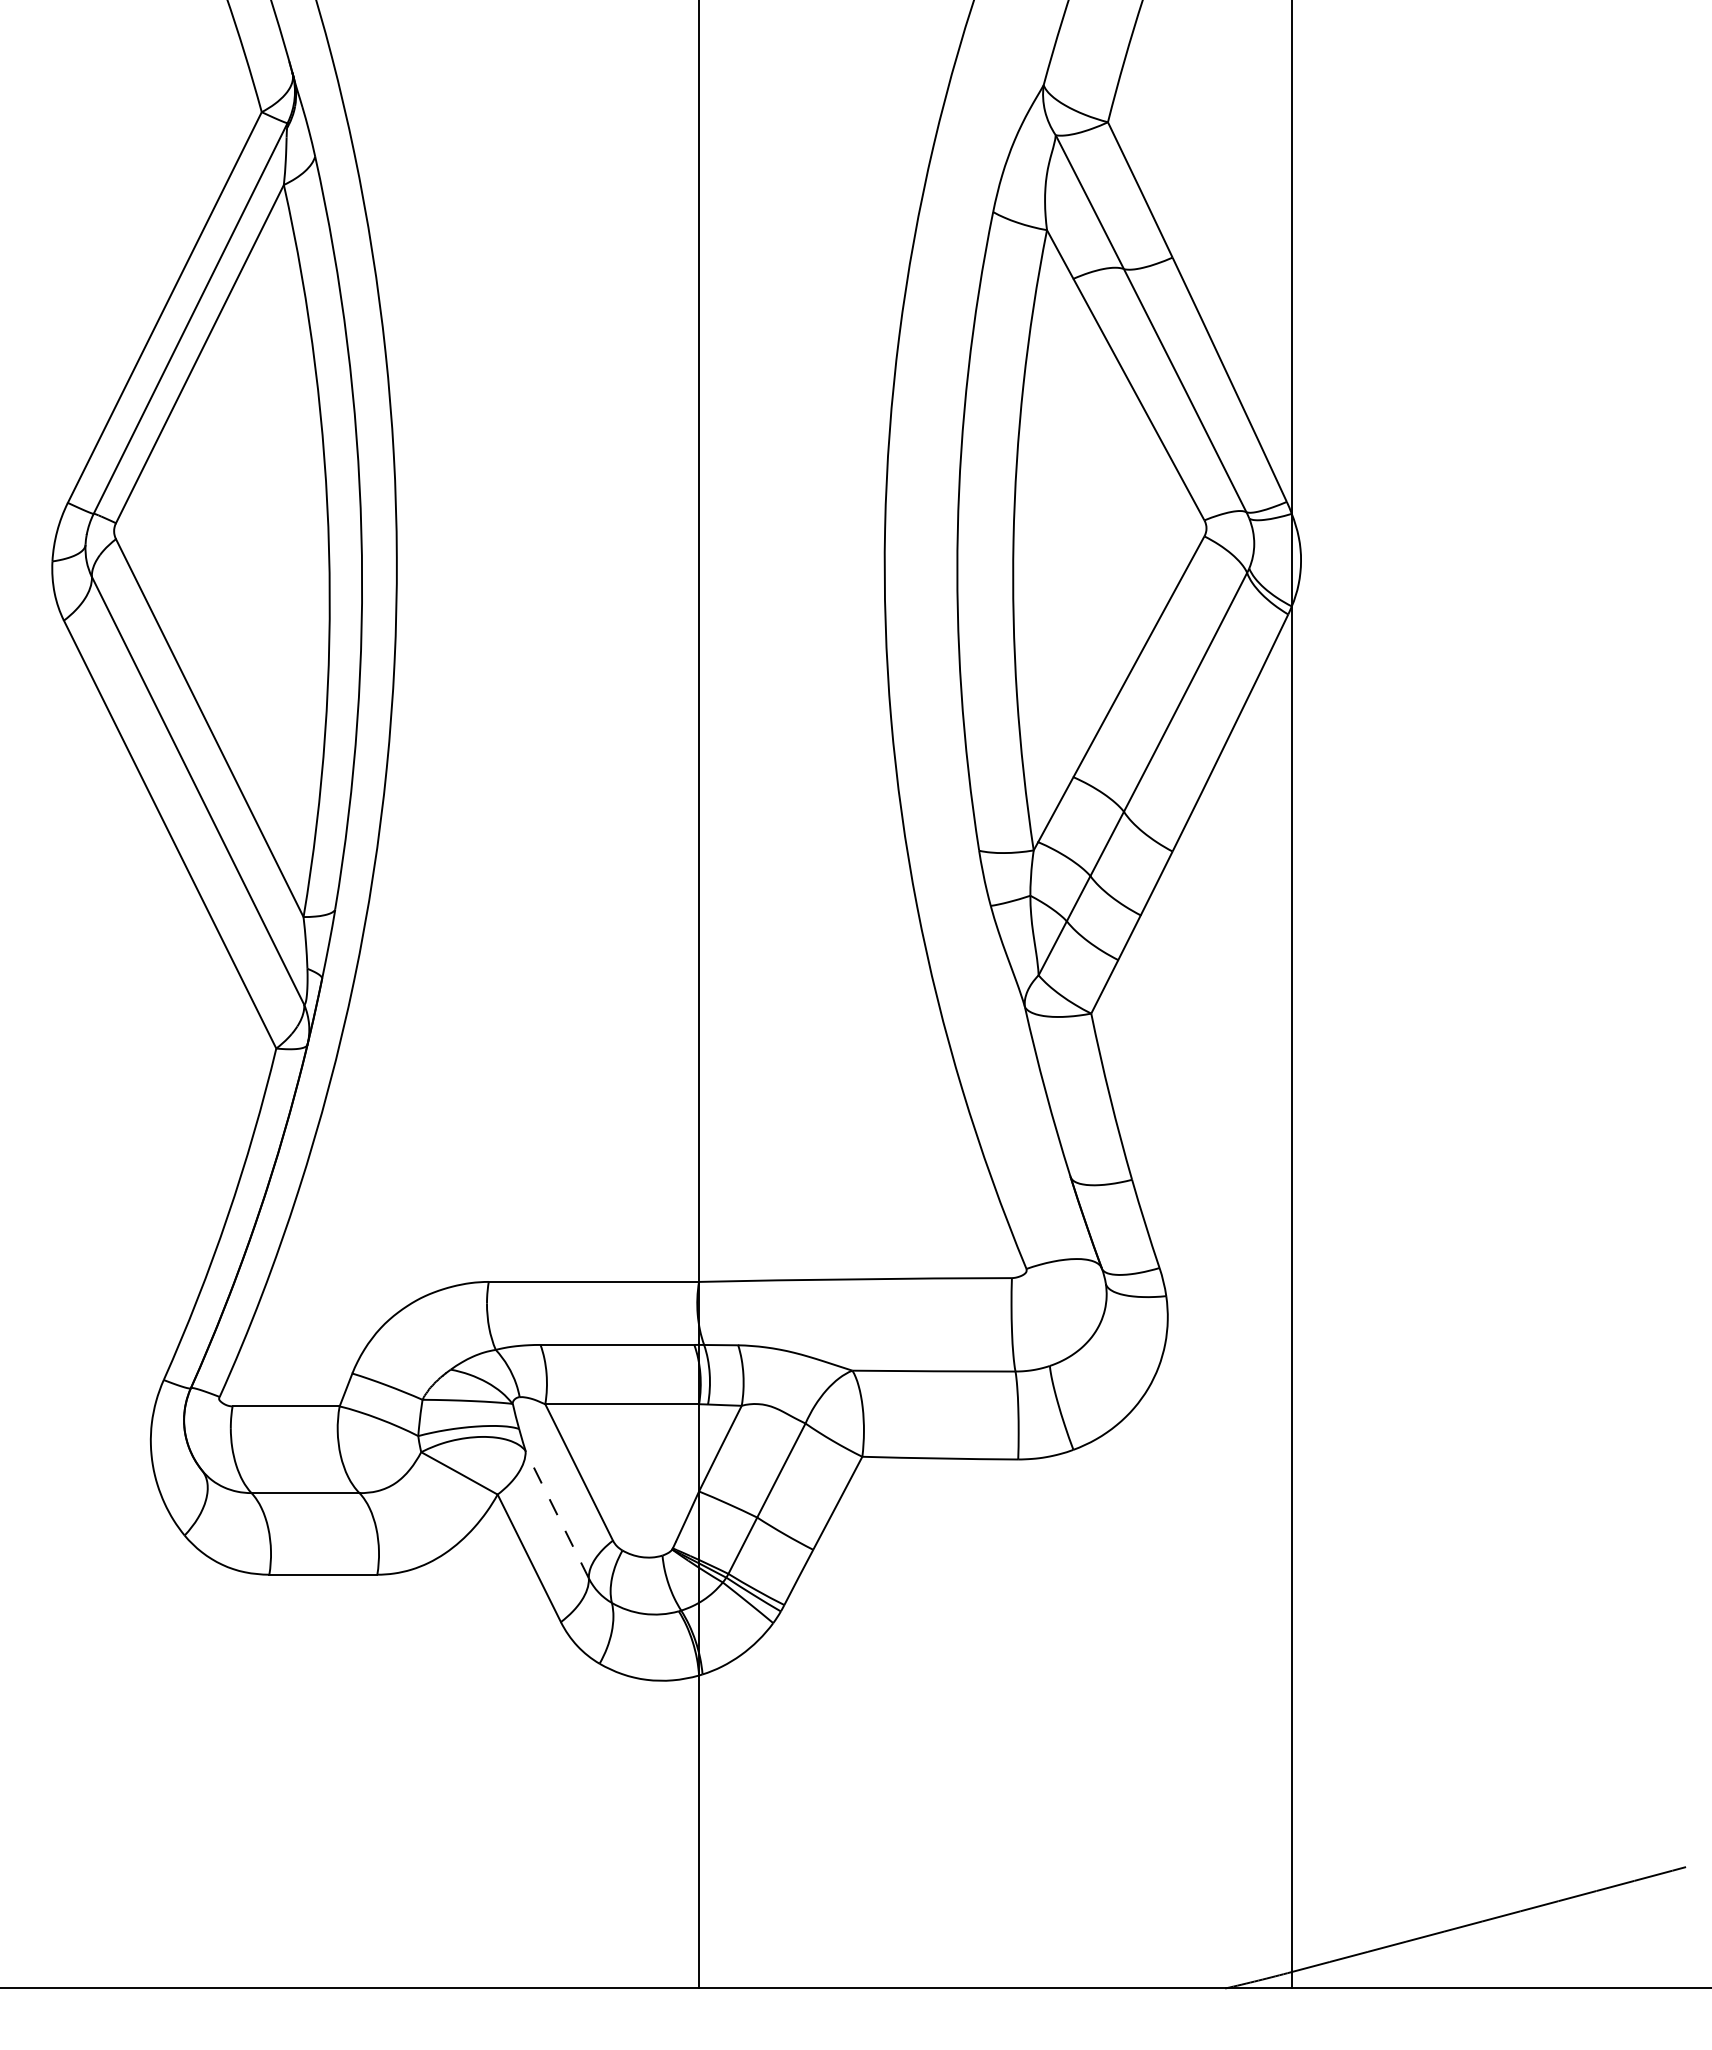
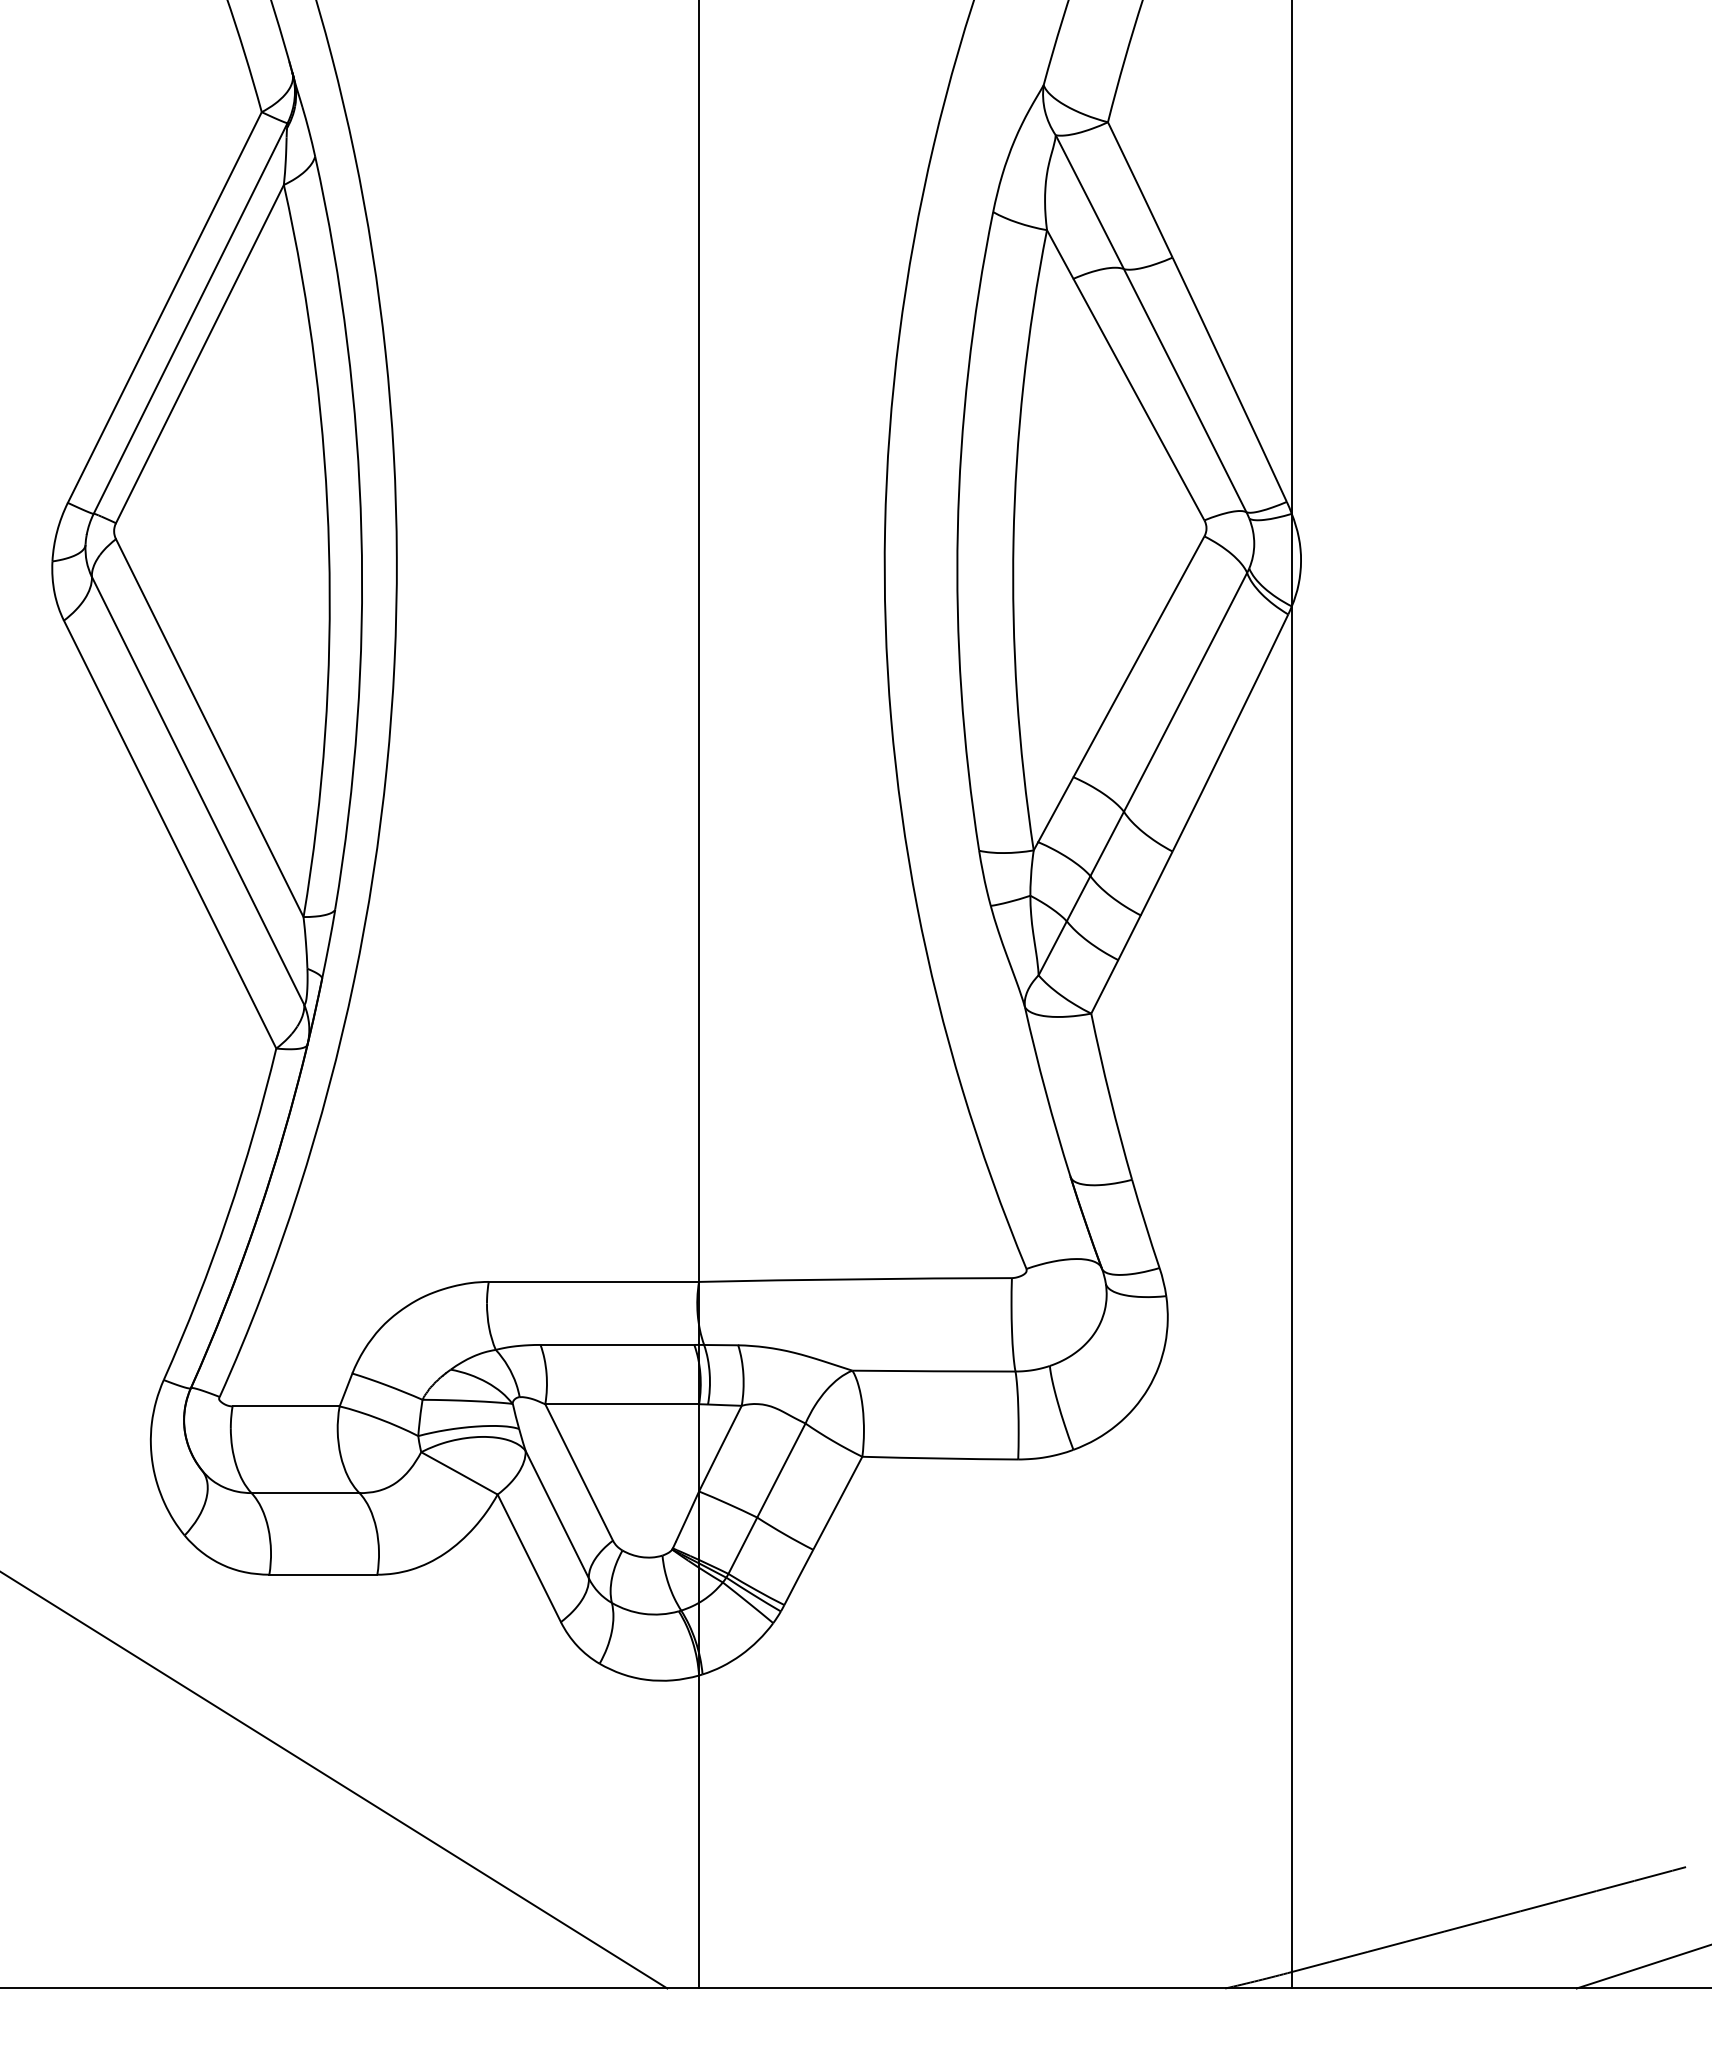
line at (557, 1514): dashed -> solid
line at (334, 1780): none -> present
line at (1642, 1966): none -> present
